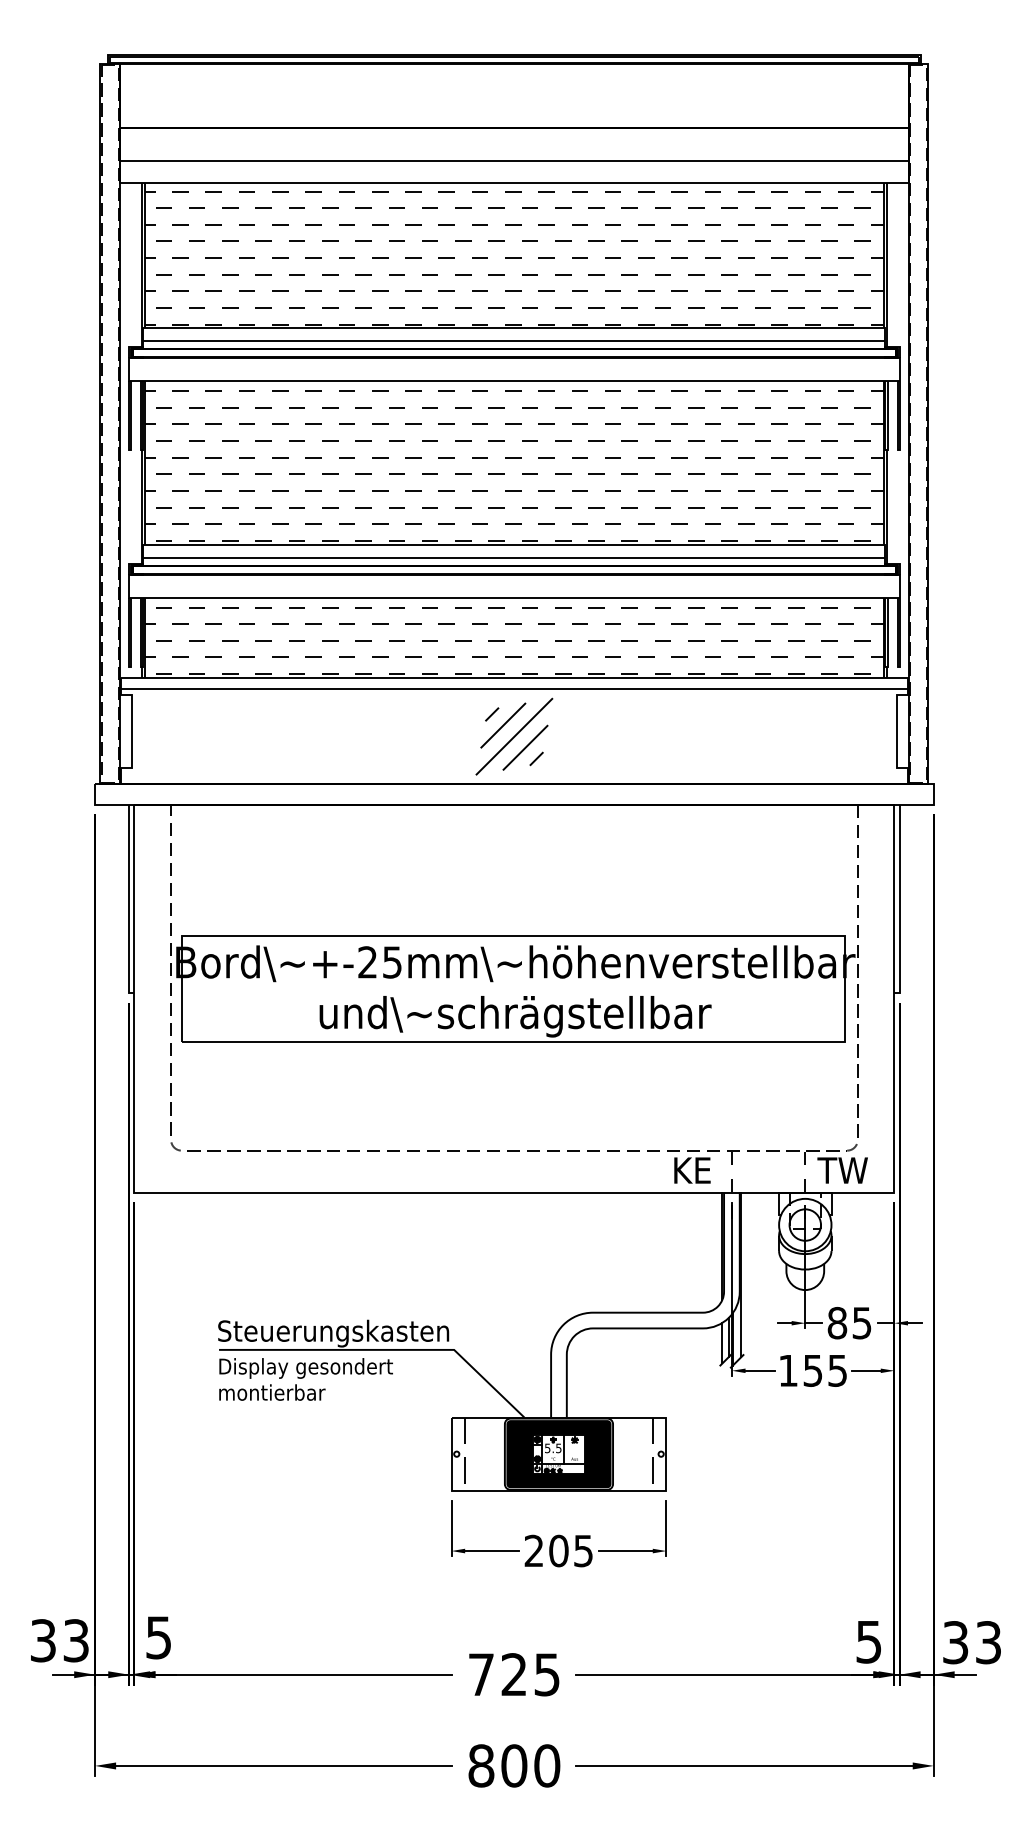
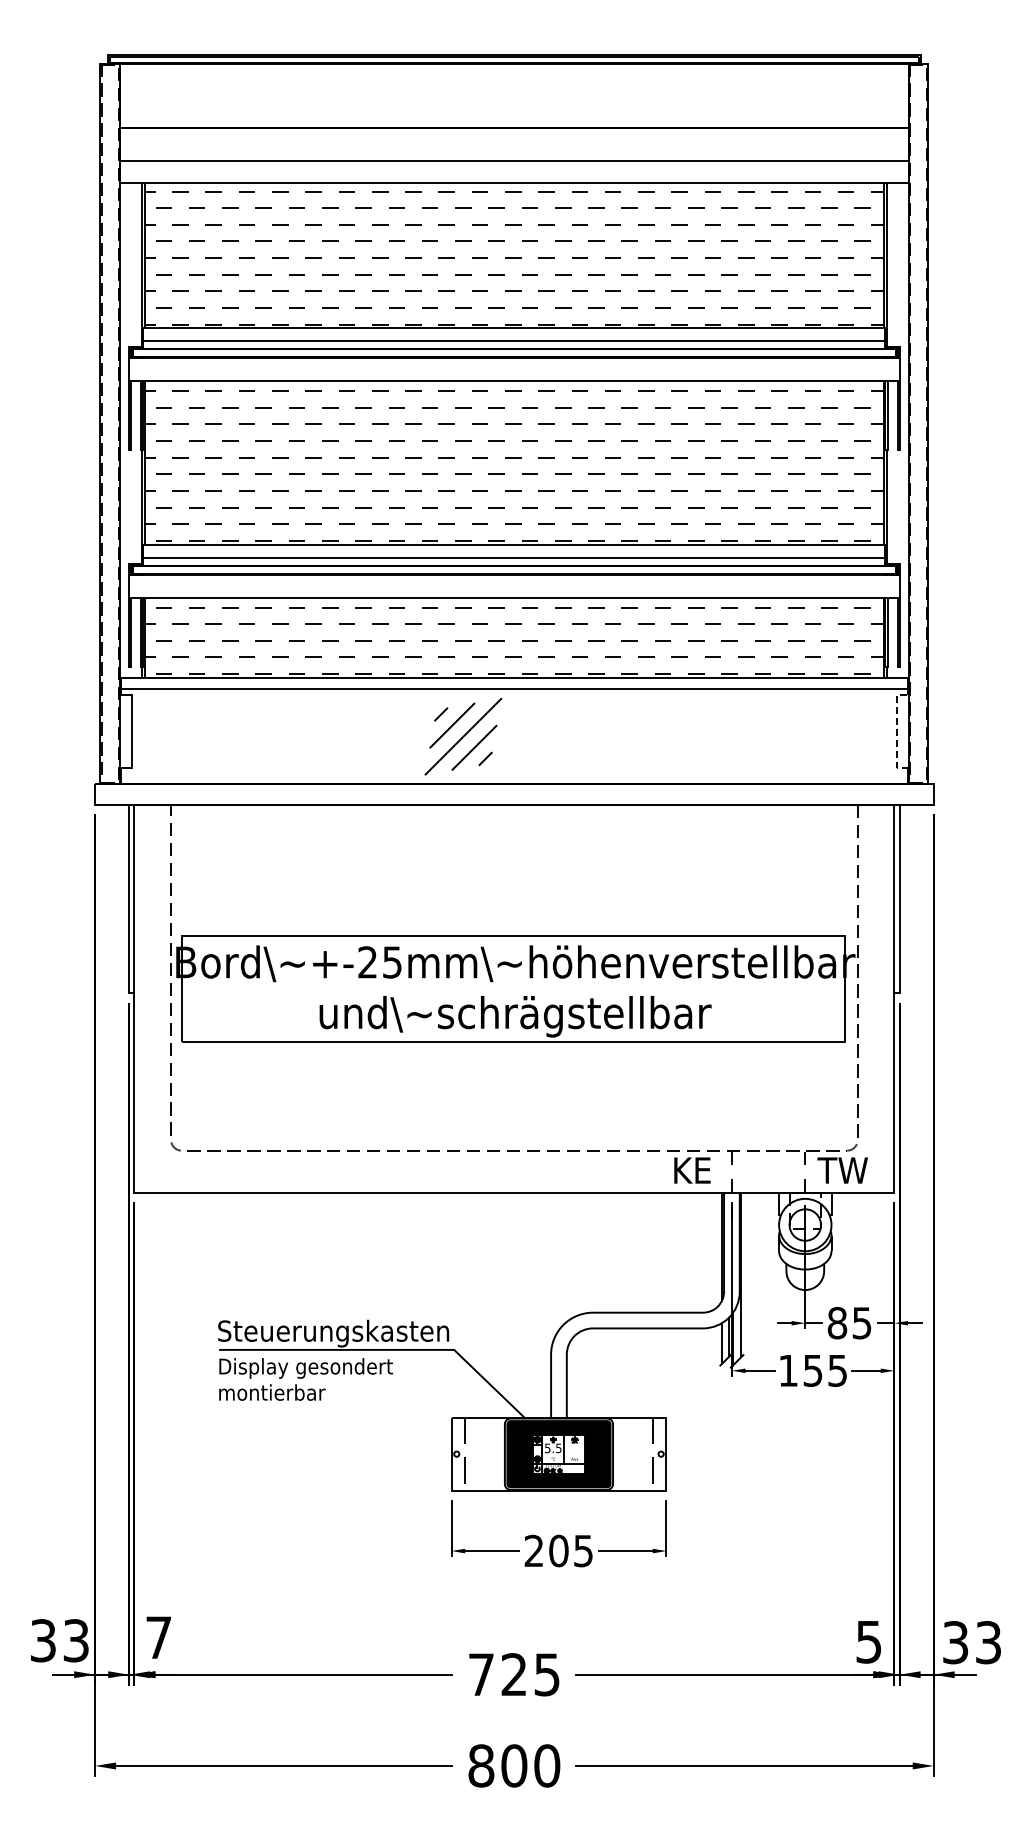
line at (897, 731): solid -> dashed
part at (514, 736) position: (514, 736) -> (463, 736)
text at (158, 1637): 5 -> 7
